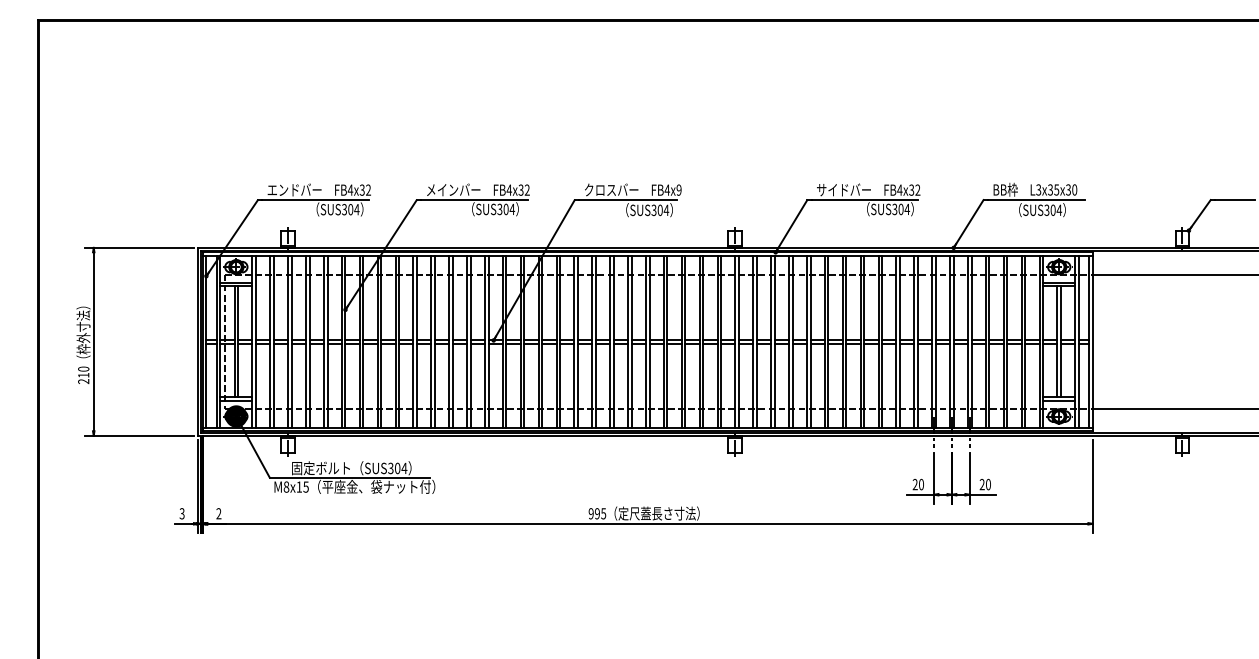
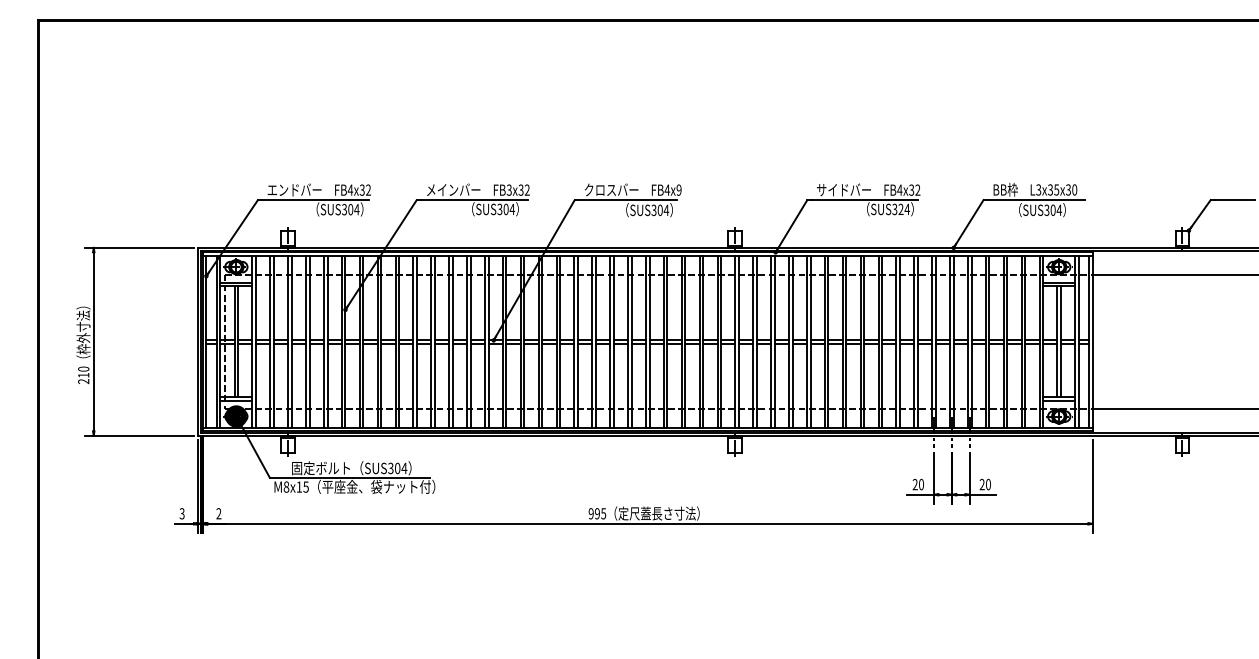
text at (509, 189): FB4x32 -> FB3x32
text at (900, 209): SUS304 -> SUS324
